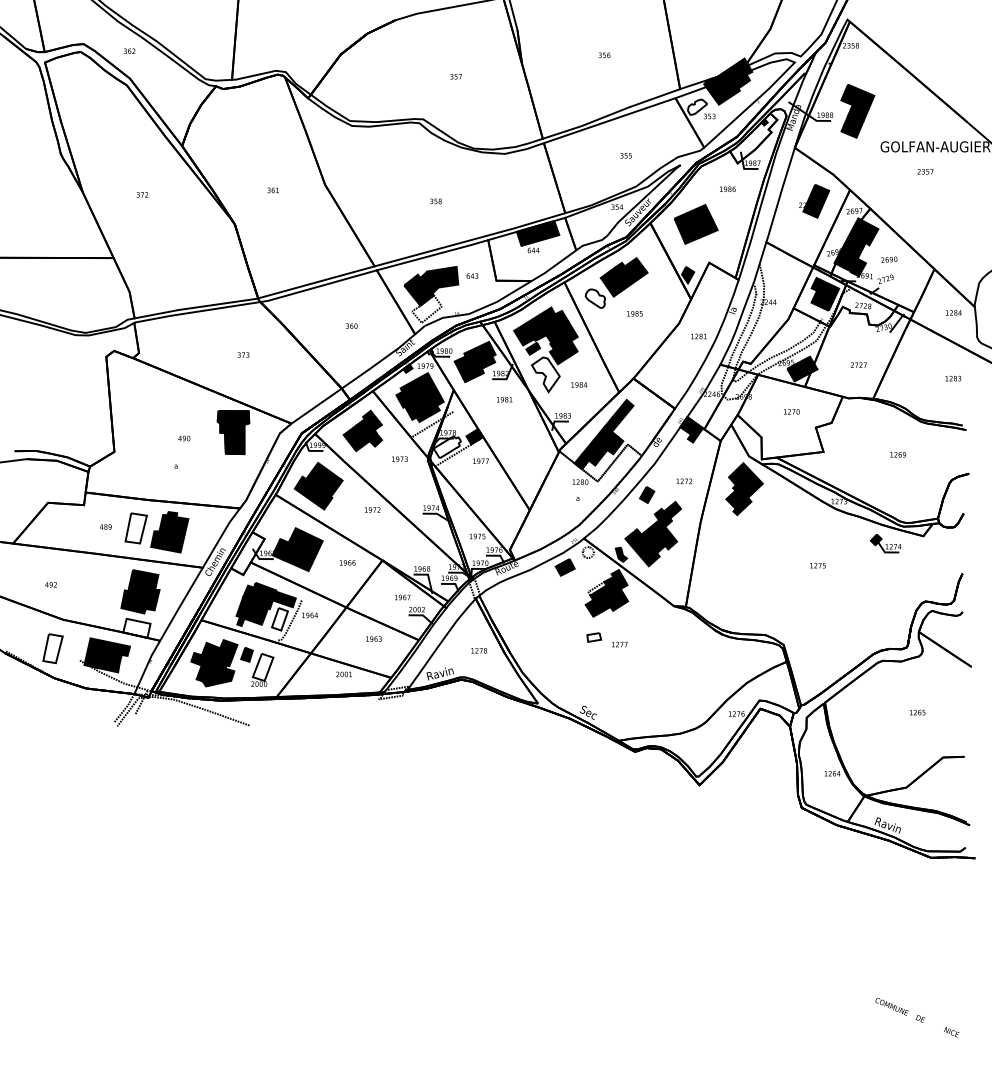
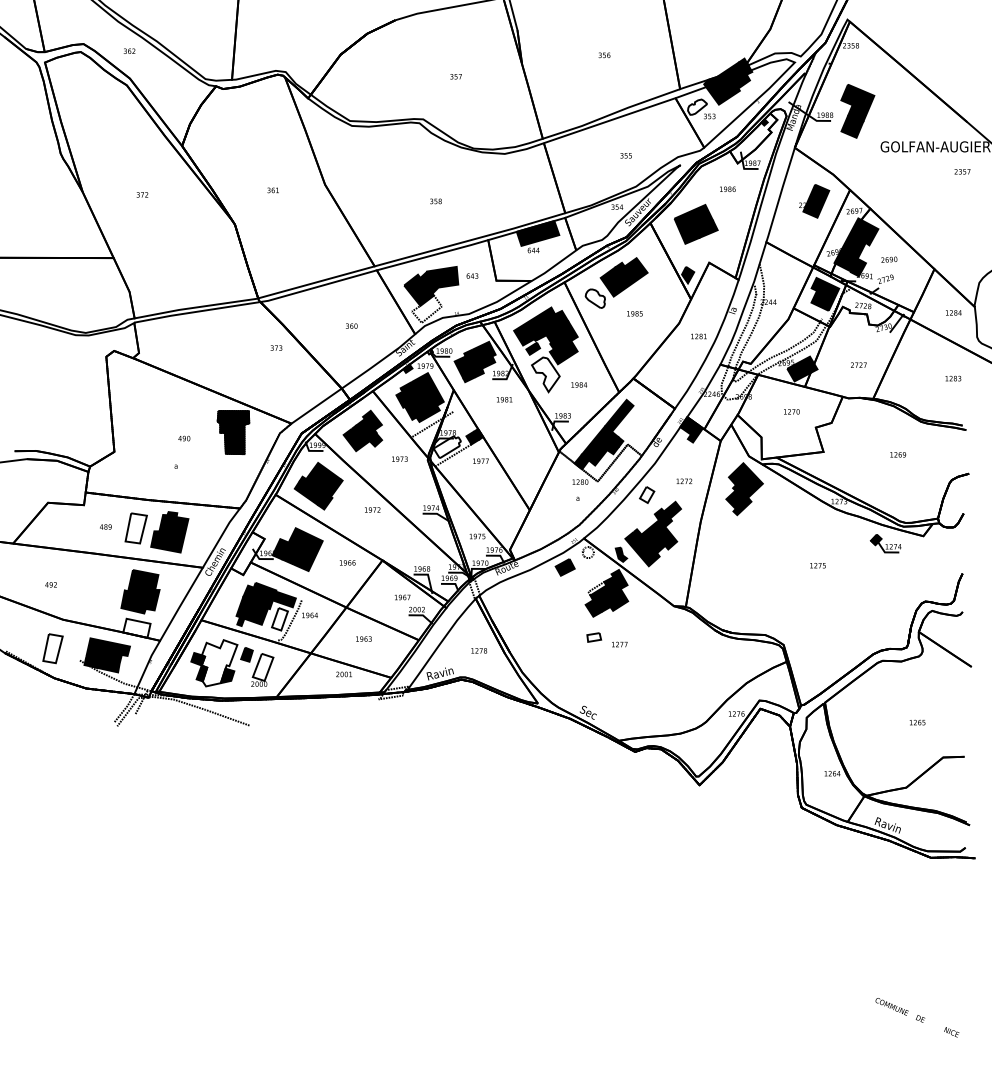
text at (925, 171) position: (925, 171) -> (962, 171)
text at (243, 354) position: (243, 354) -> (276, 347)
fill at (646, 494): present -> none
text at (373, 638) position: (373, 638) -> (363, 638)
fill at (219, 663): present -> none
text at (917, 712) position: (917, 712) -> (917, 722)
